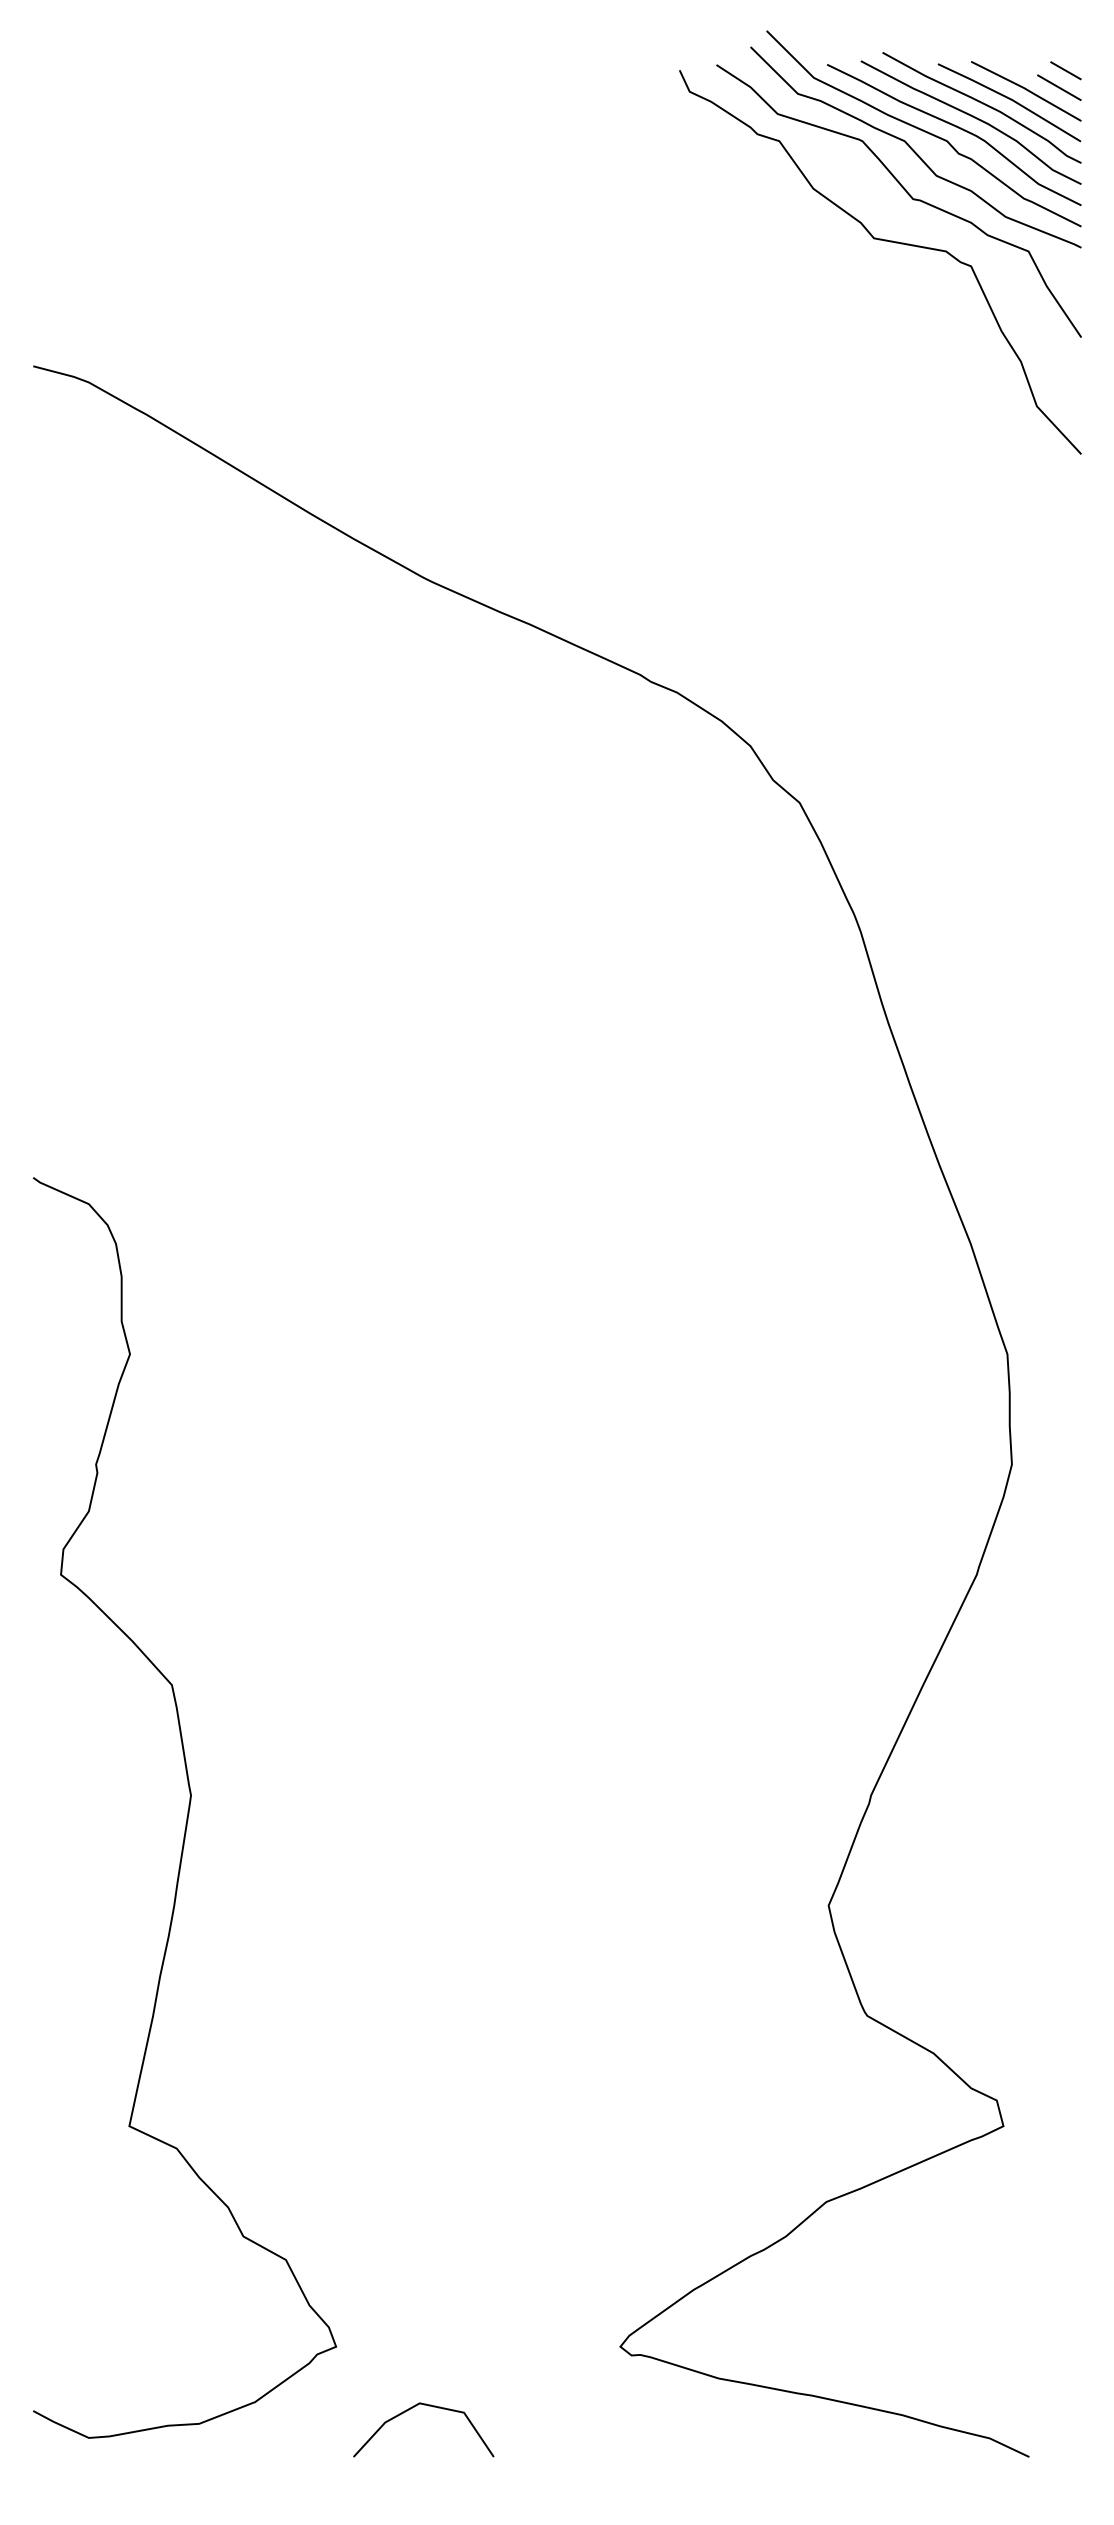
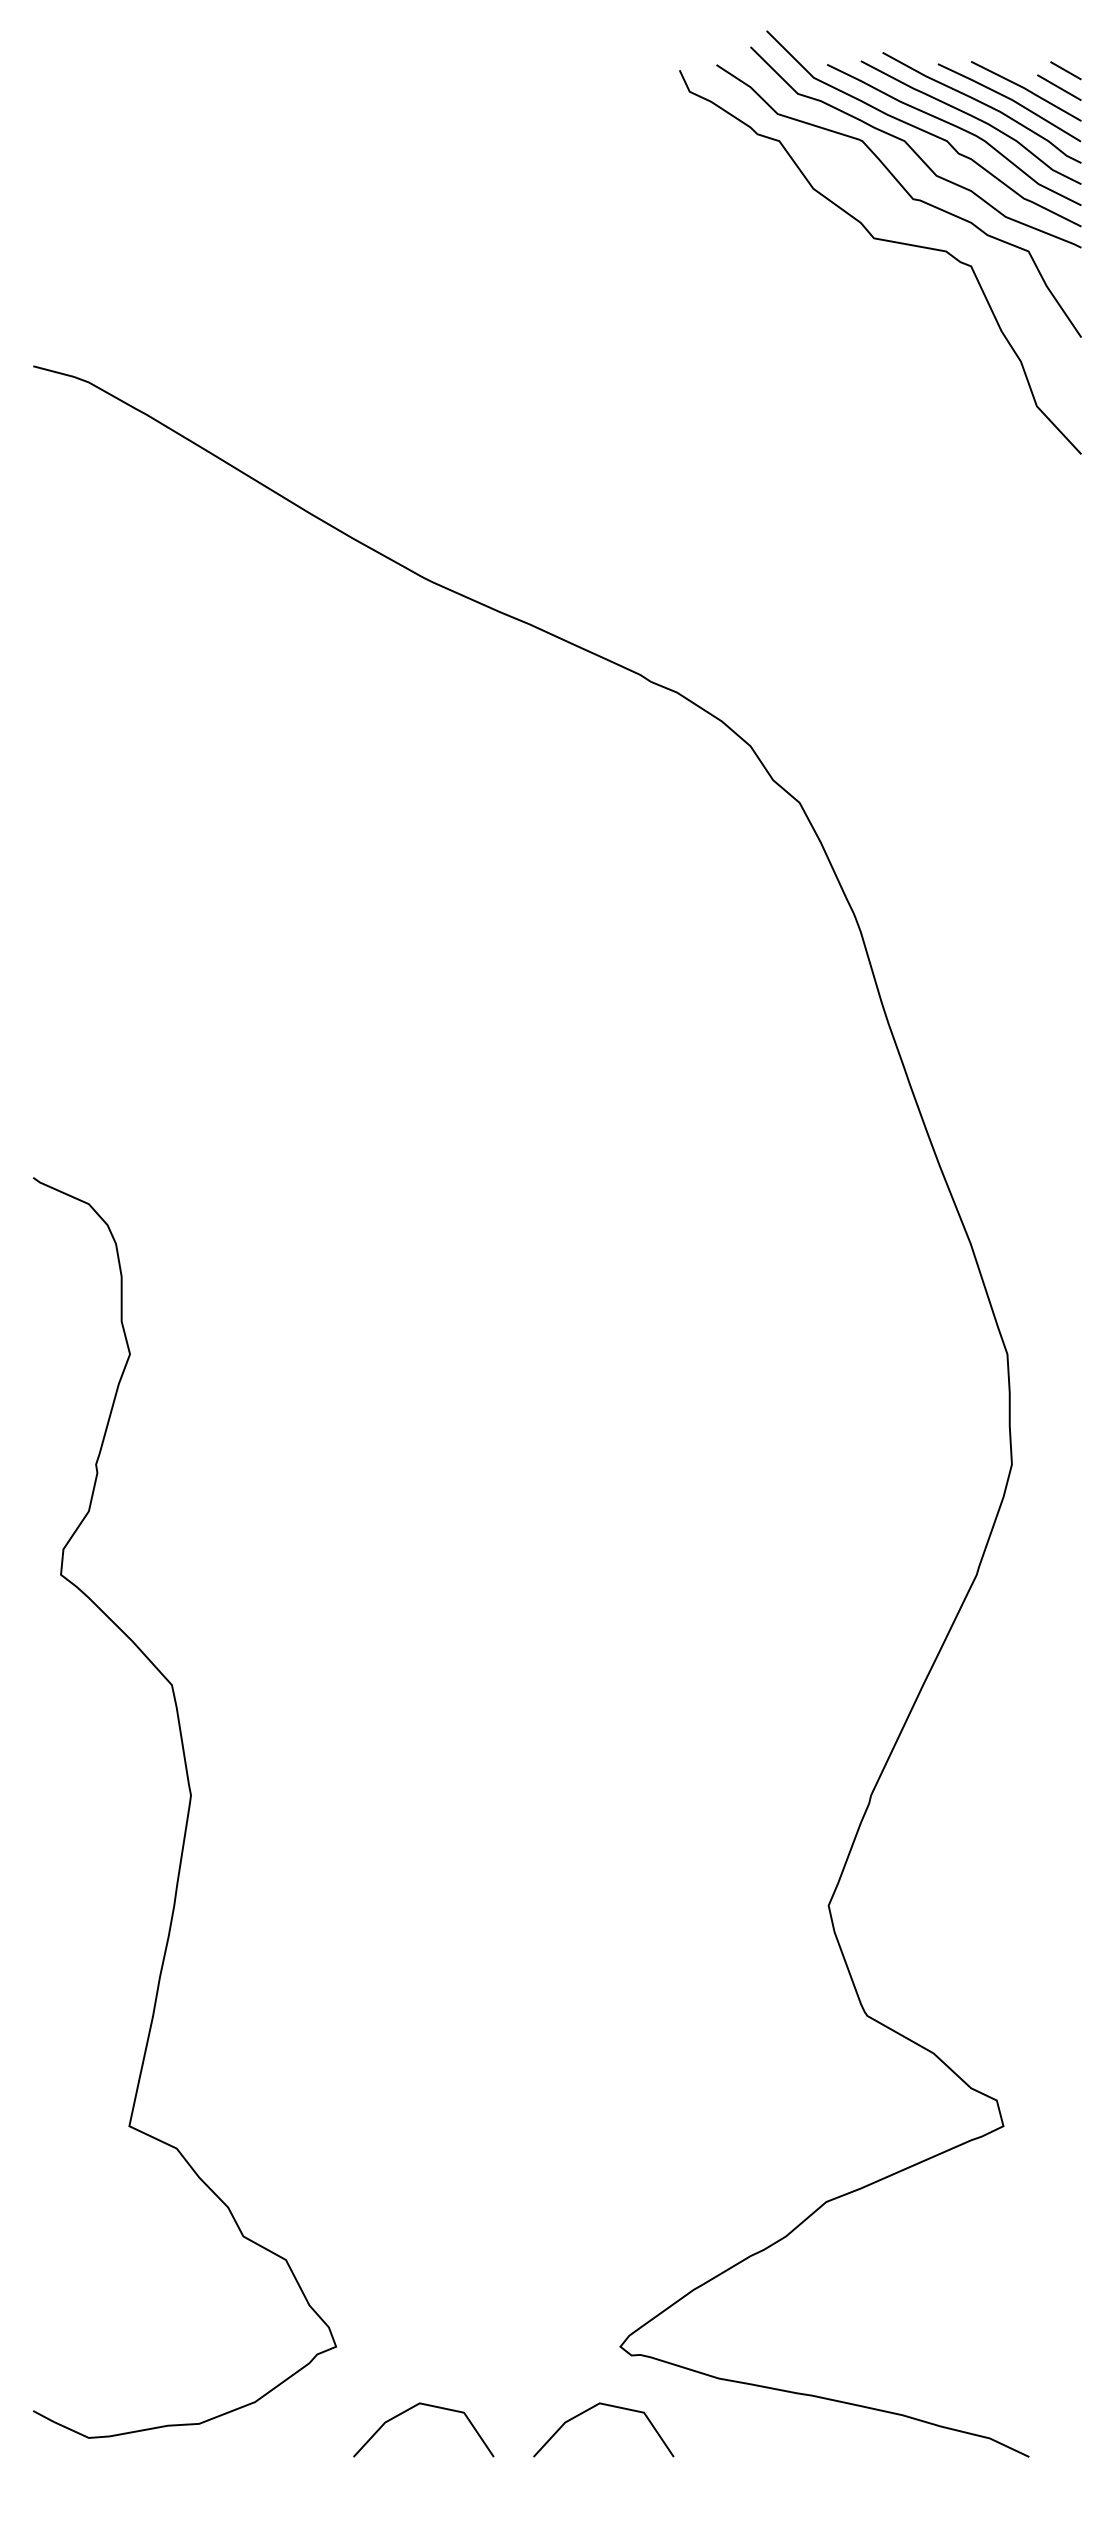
line at (608, 2406): none -> present
